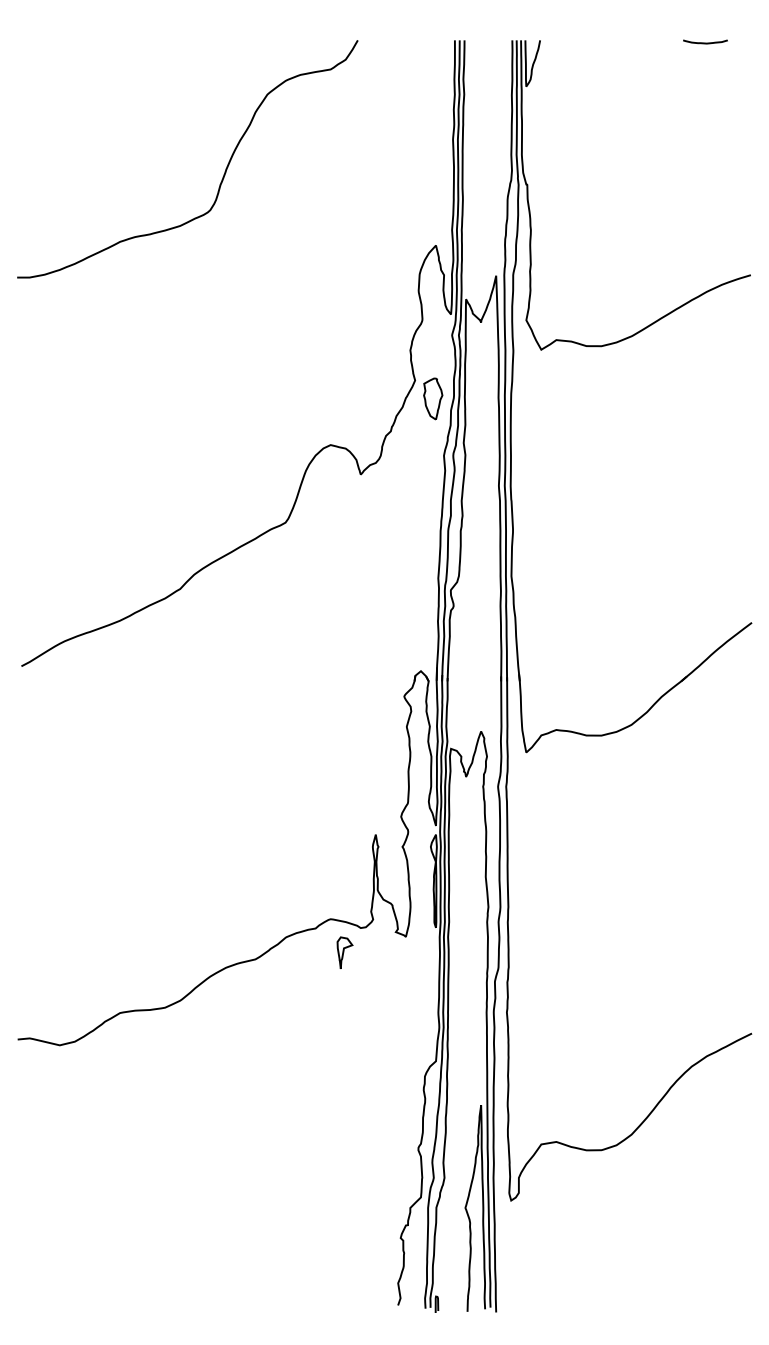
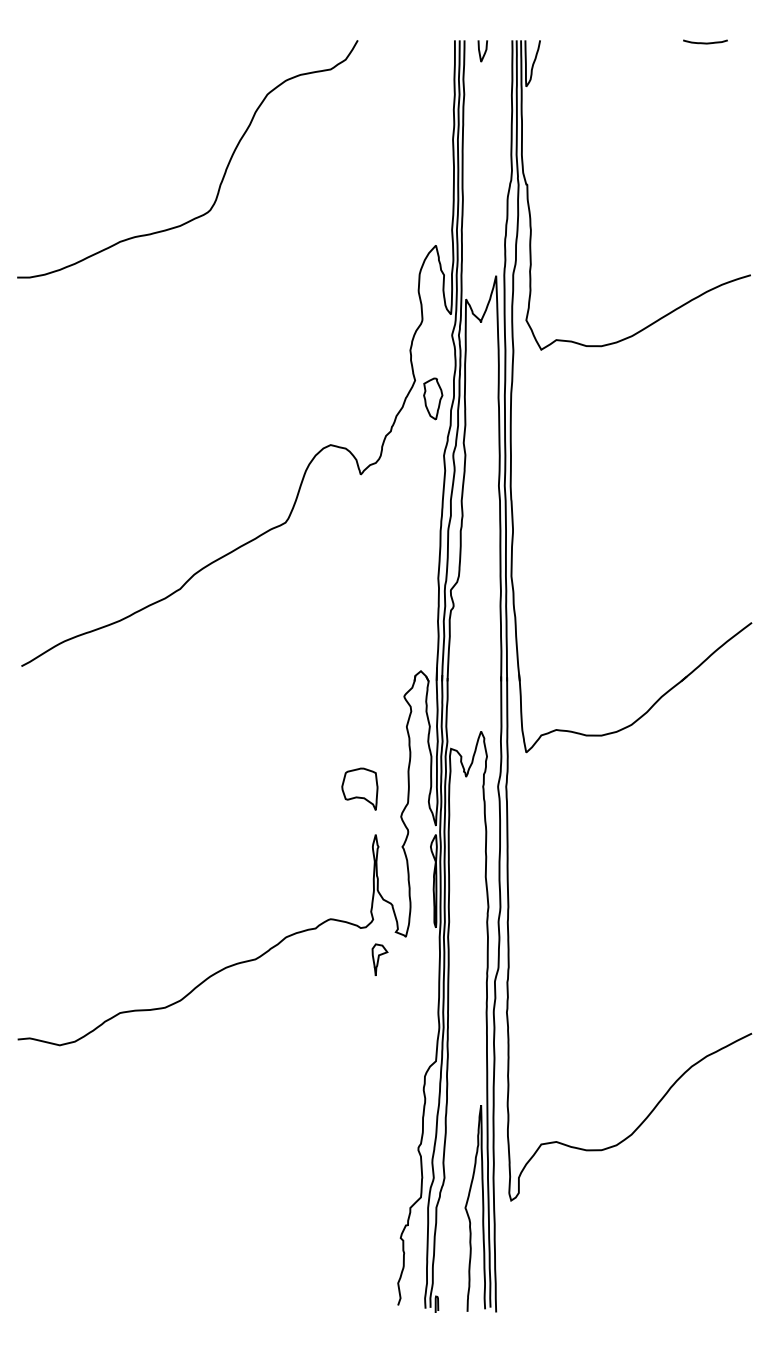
curve at (480, 51): none -> present
part at (359, 788): none -> present
part at (344, 952) position: (344, 952) -> (379, 959)
